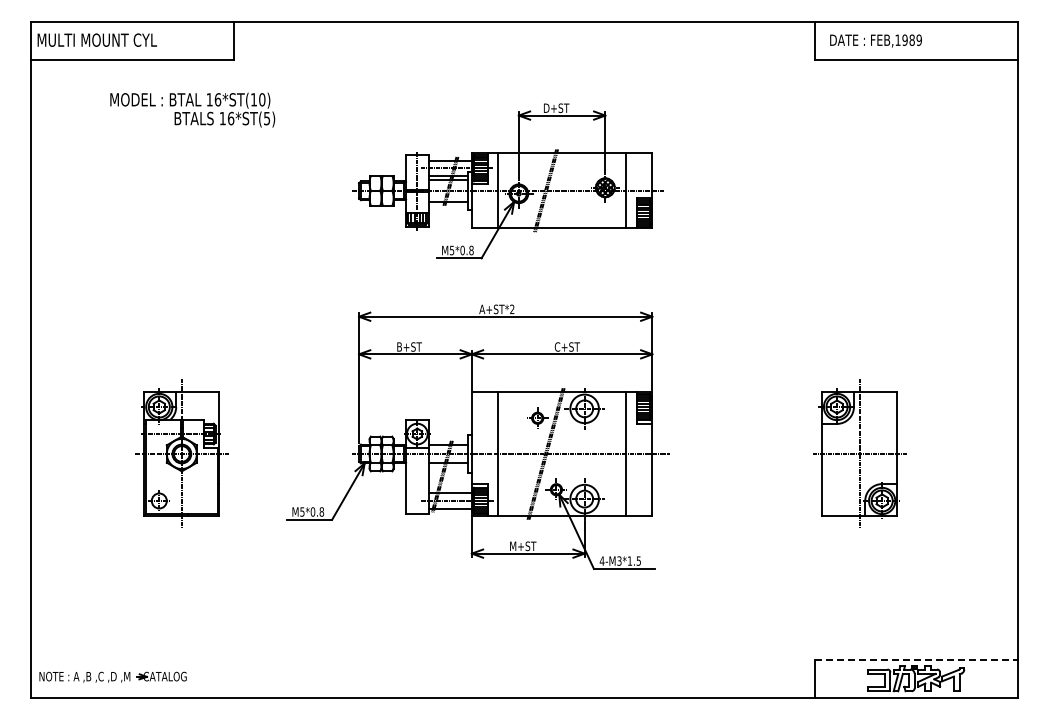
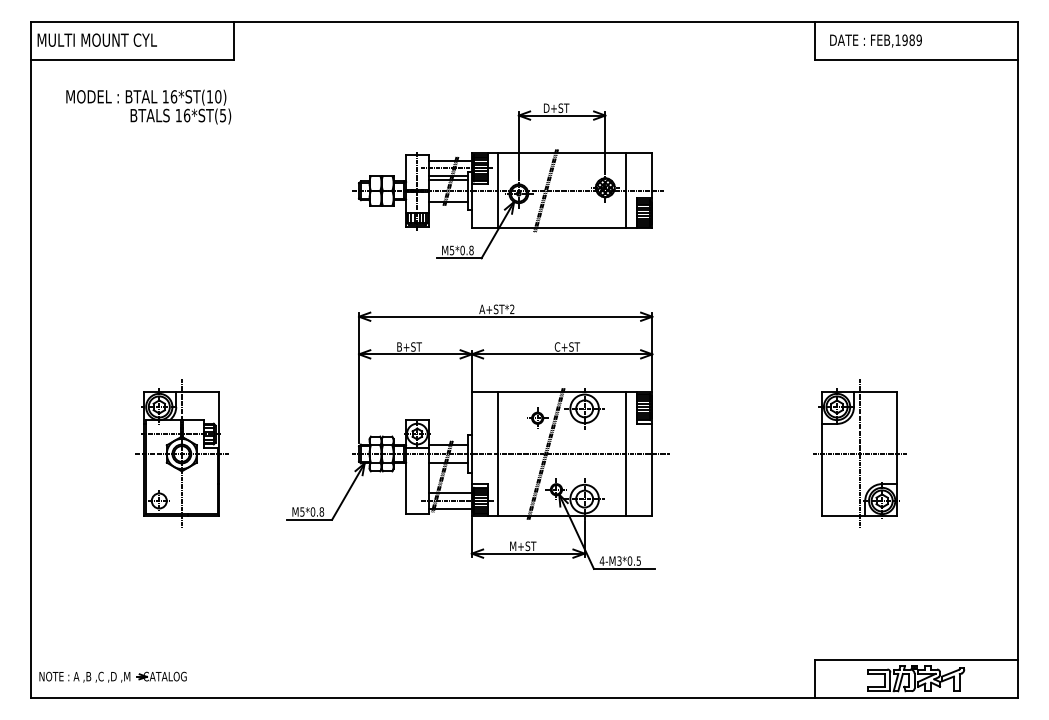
text at (192, 109) position: (192, 109) -> (148, 106)
text at (629, 560): 4-M3*1.5 -> 4-M3*0.5
line at (916, 660): dashed -> solid
